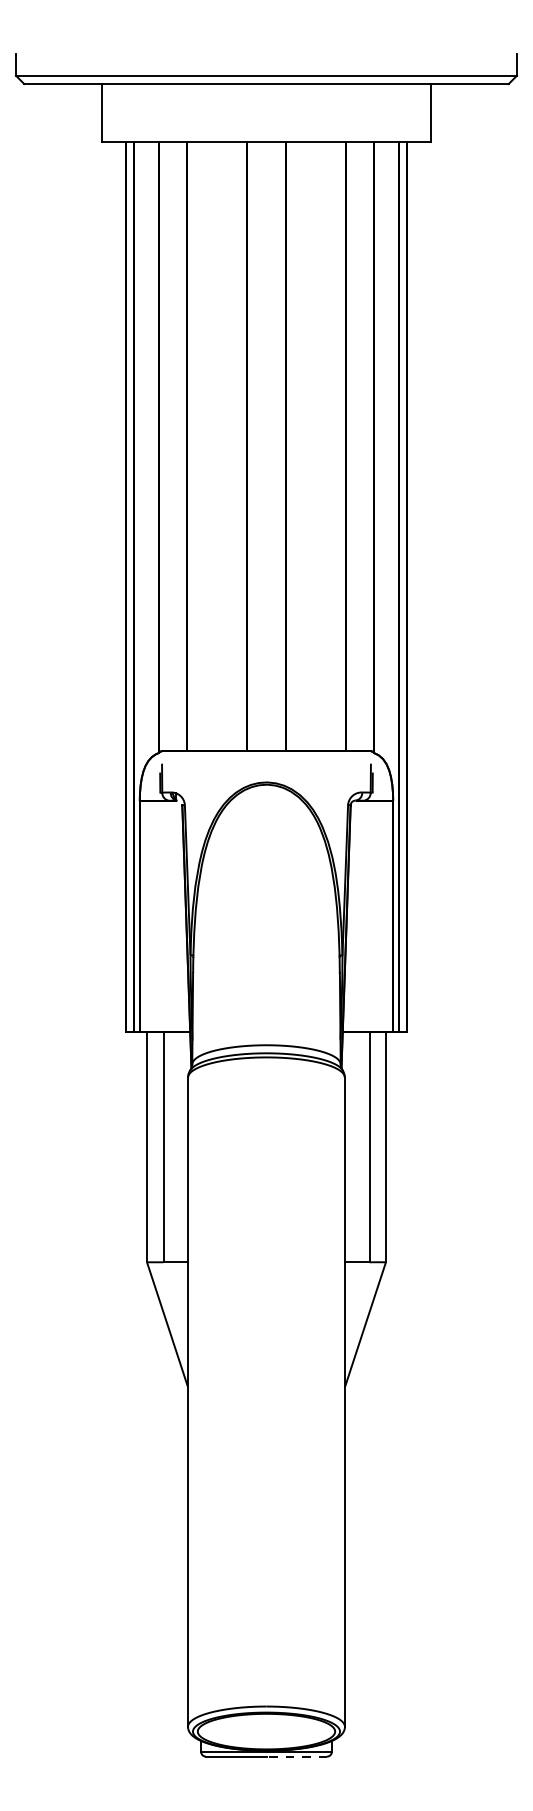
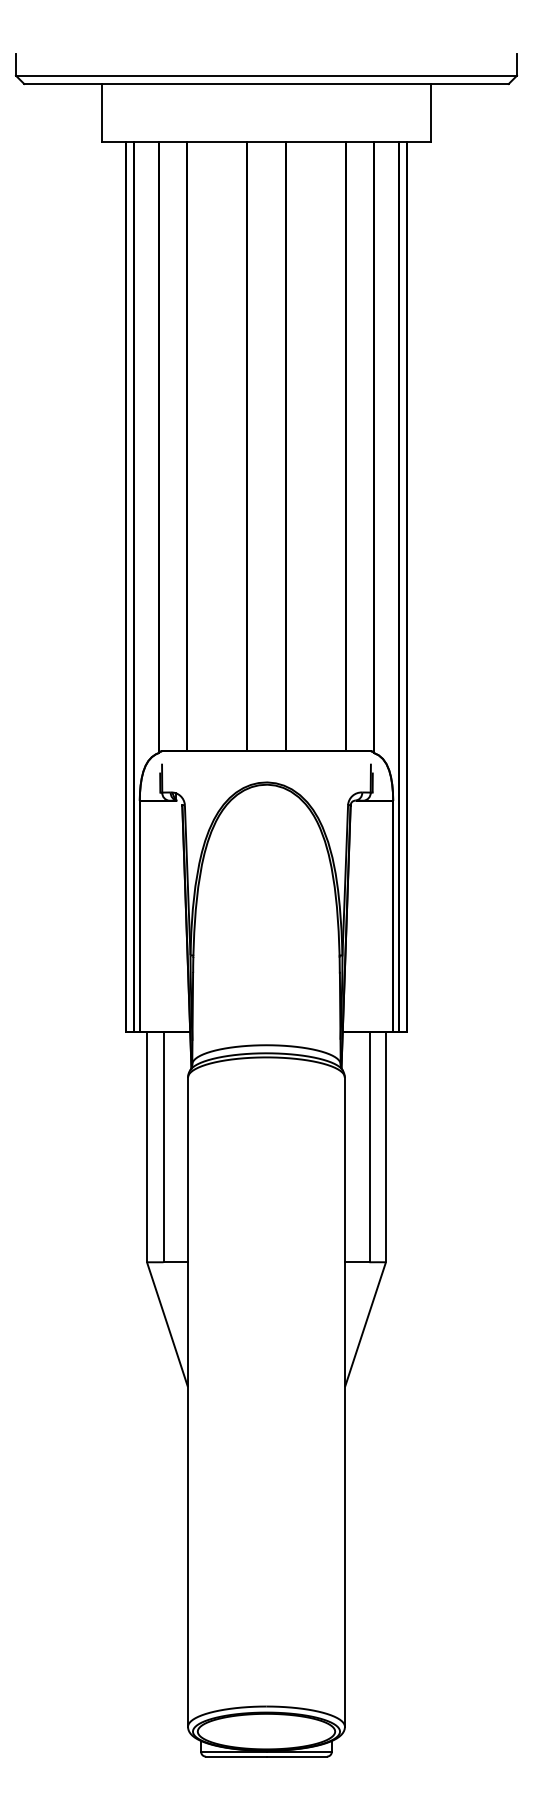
line at (296, 1756): dashed -> solid
